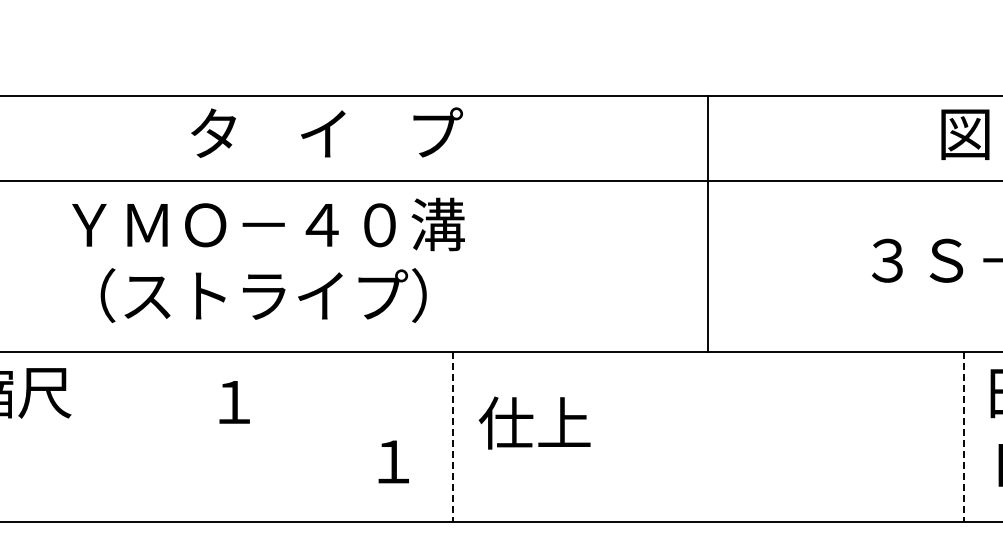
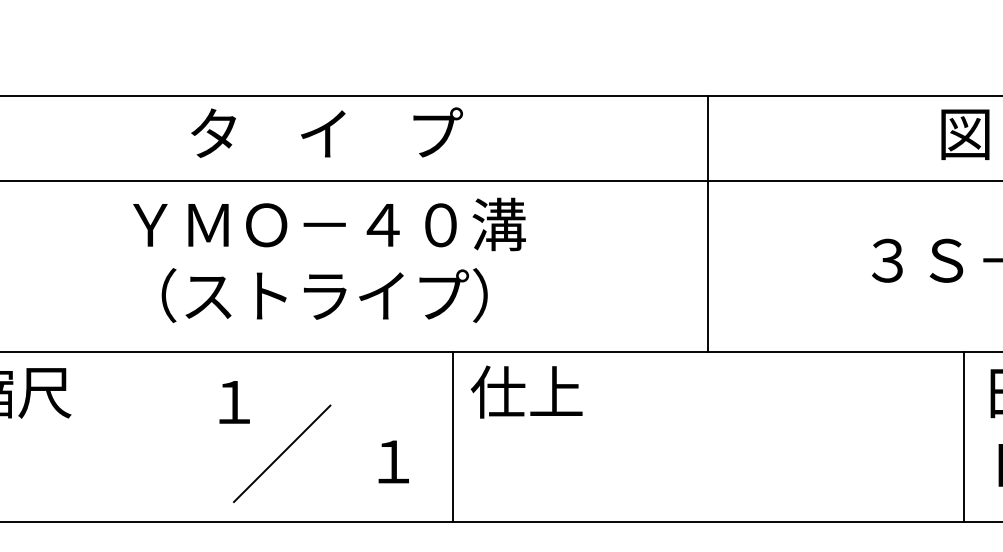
text at (268, 259) position: (268, 259) -> (329, 259)
text at (534, 422) position: (534, 422) -> (526, 391)
line at (452, 437): dashed -> solid
line at (963, 437): dashed -> solid
line at (281, 453): none -> present
